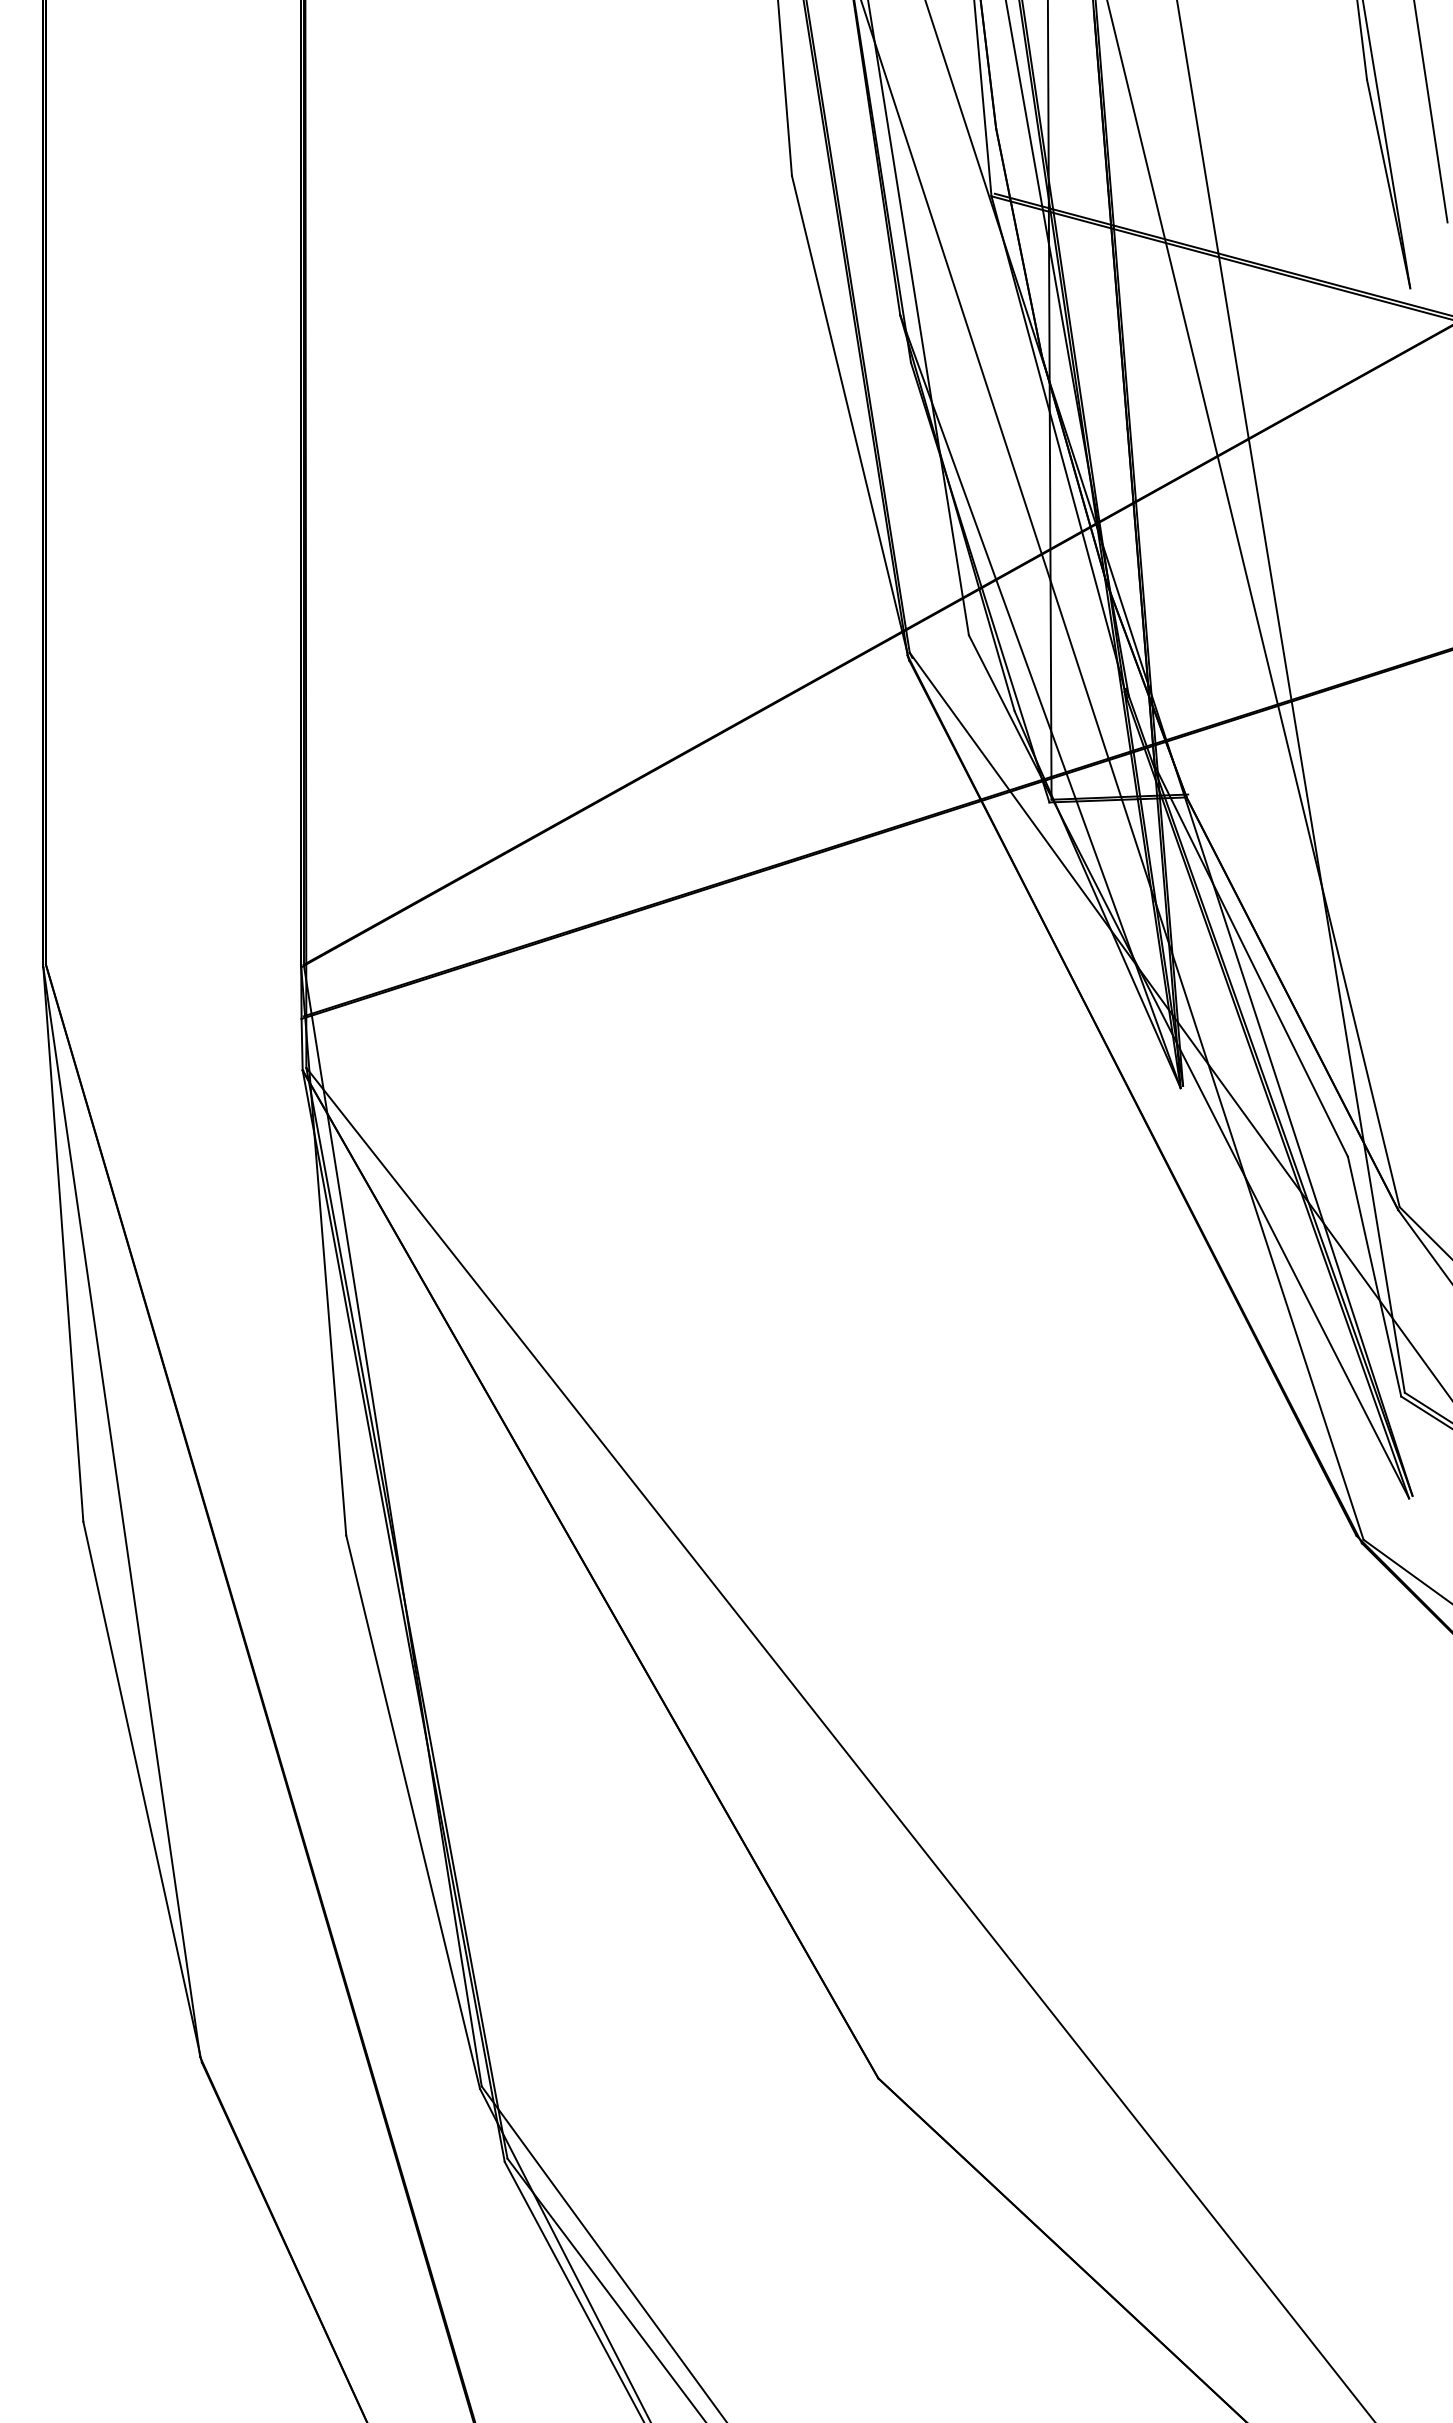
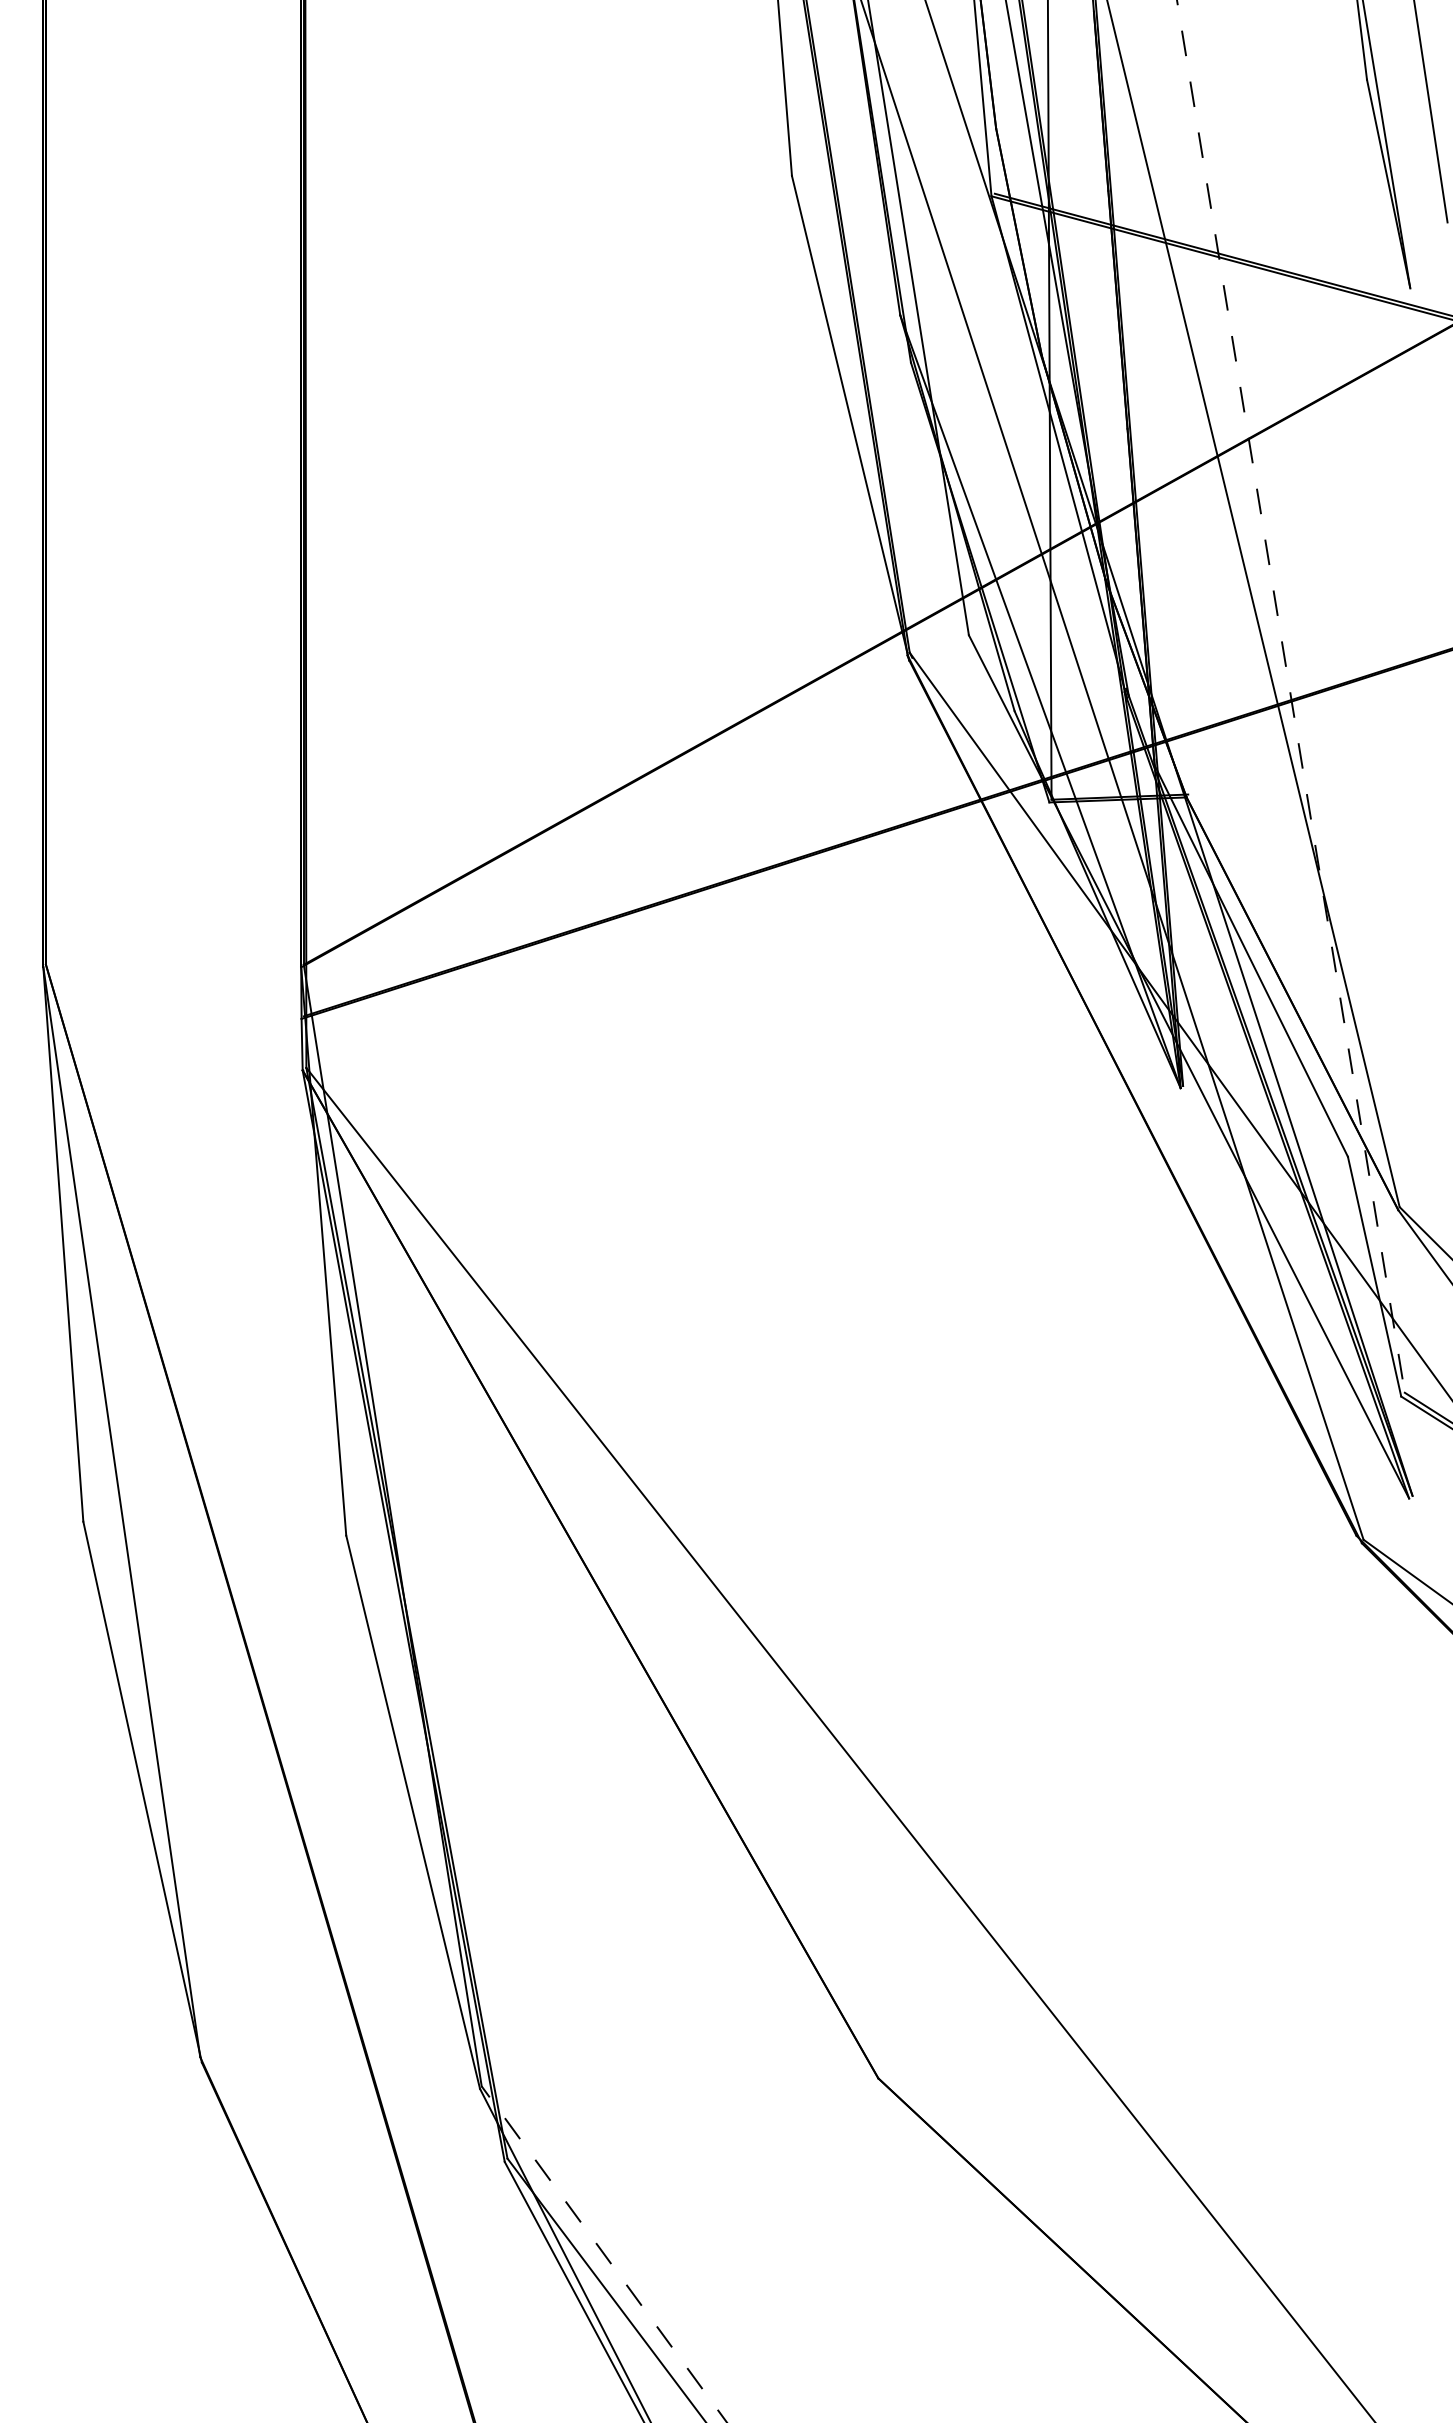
line at (1291, 697): solid -> dashed
line at (604, 2254): solid -> dashed
